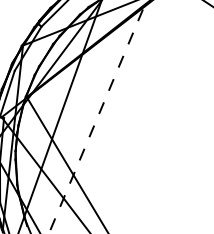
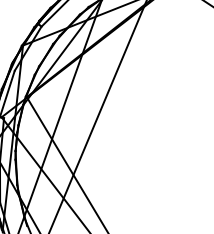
line at (97, 116): dashed -> solid
